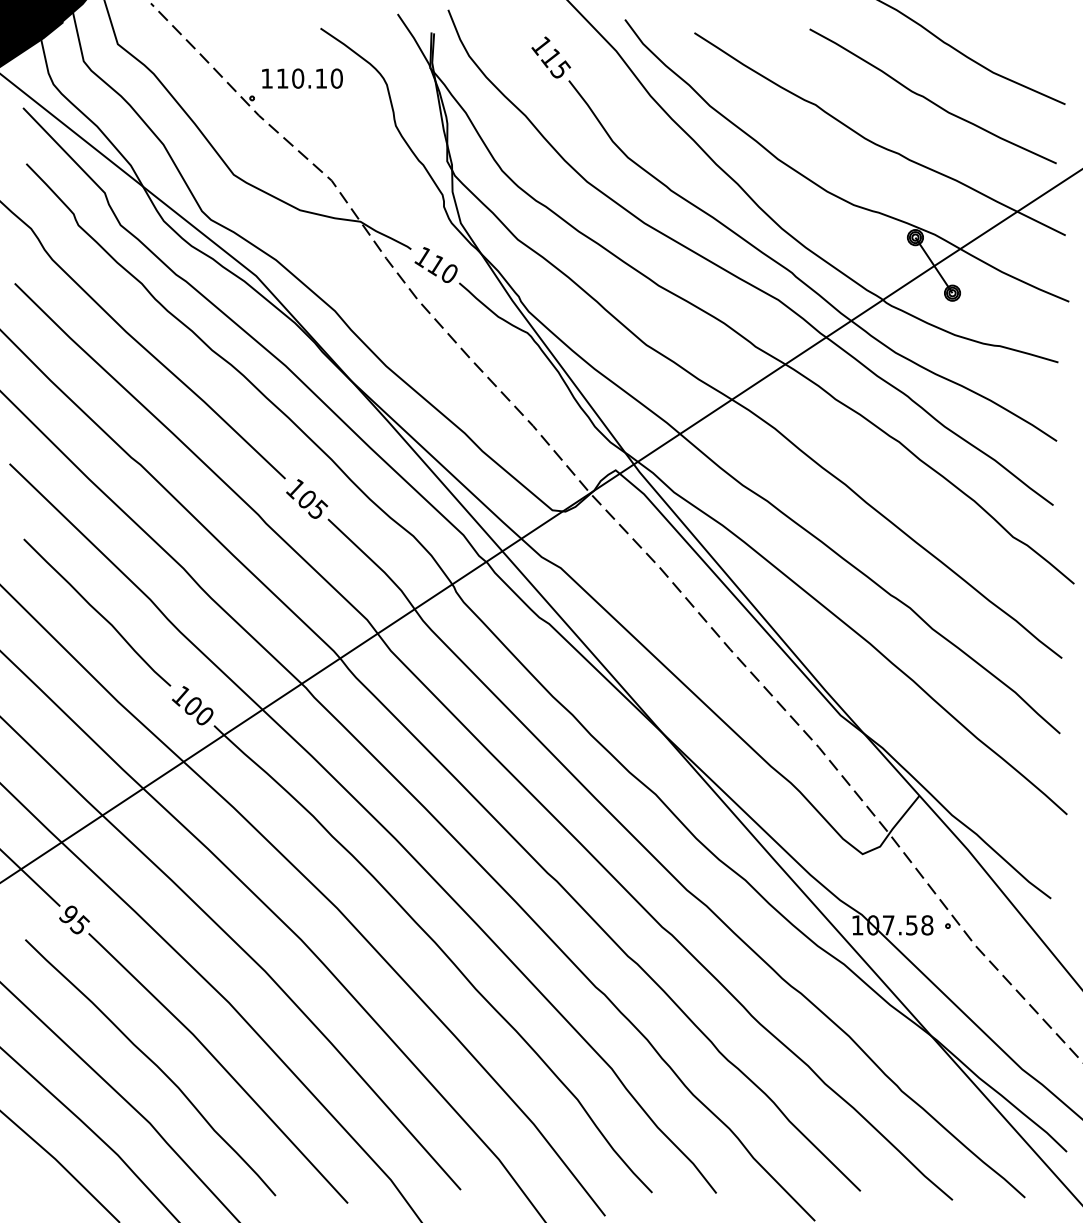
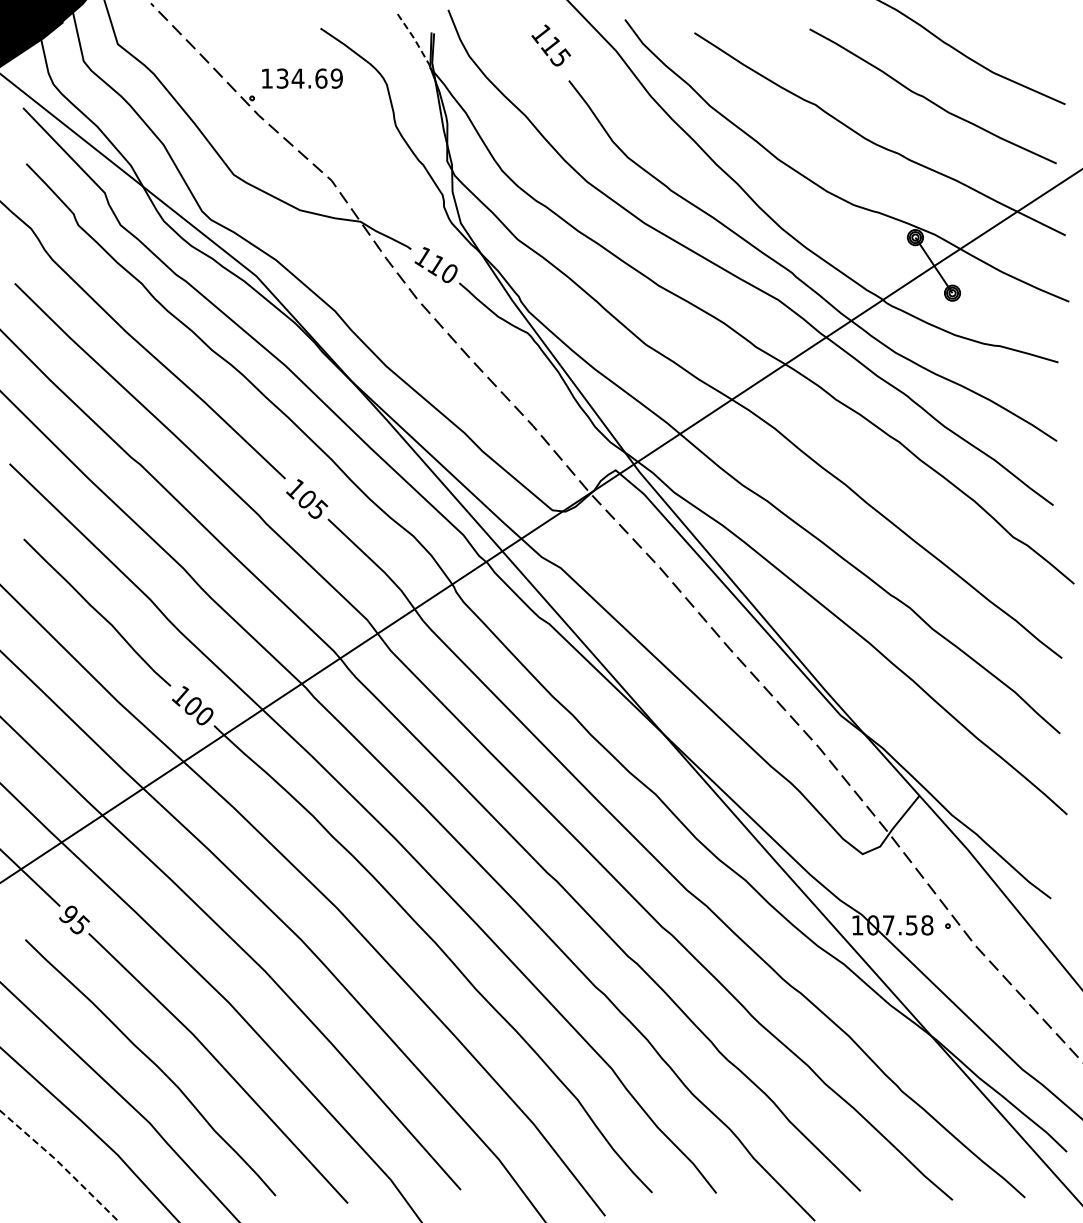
line at (414, 39): solid -> dashed
text at (551, 57) position: (551, 57) -> (551, 45)
text at (309, 78): 110.10 -> 134.69
line at (61, 1165): solid -> dashed
